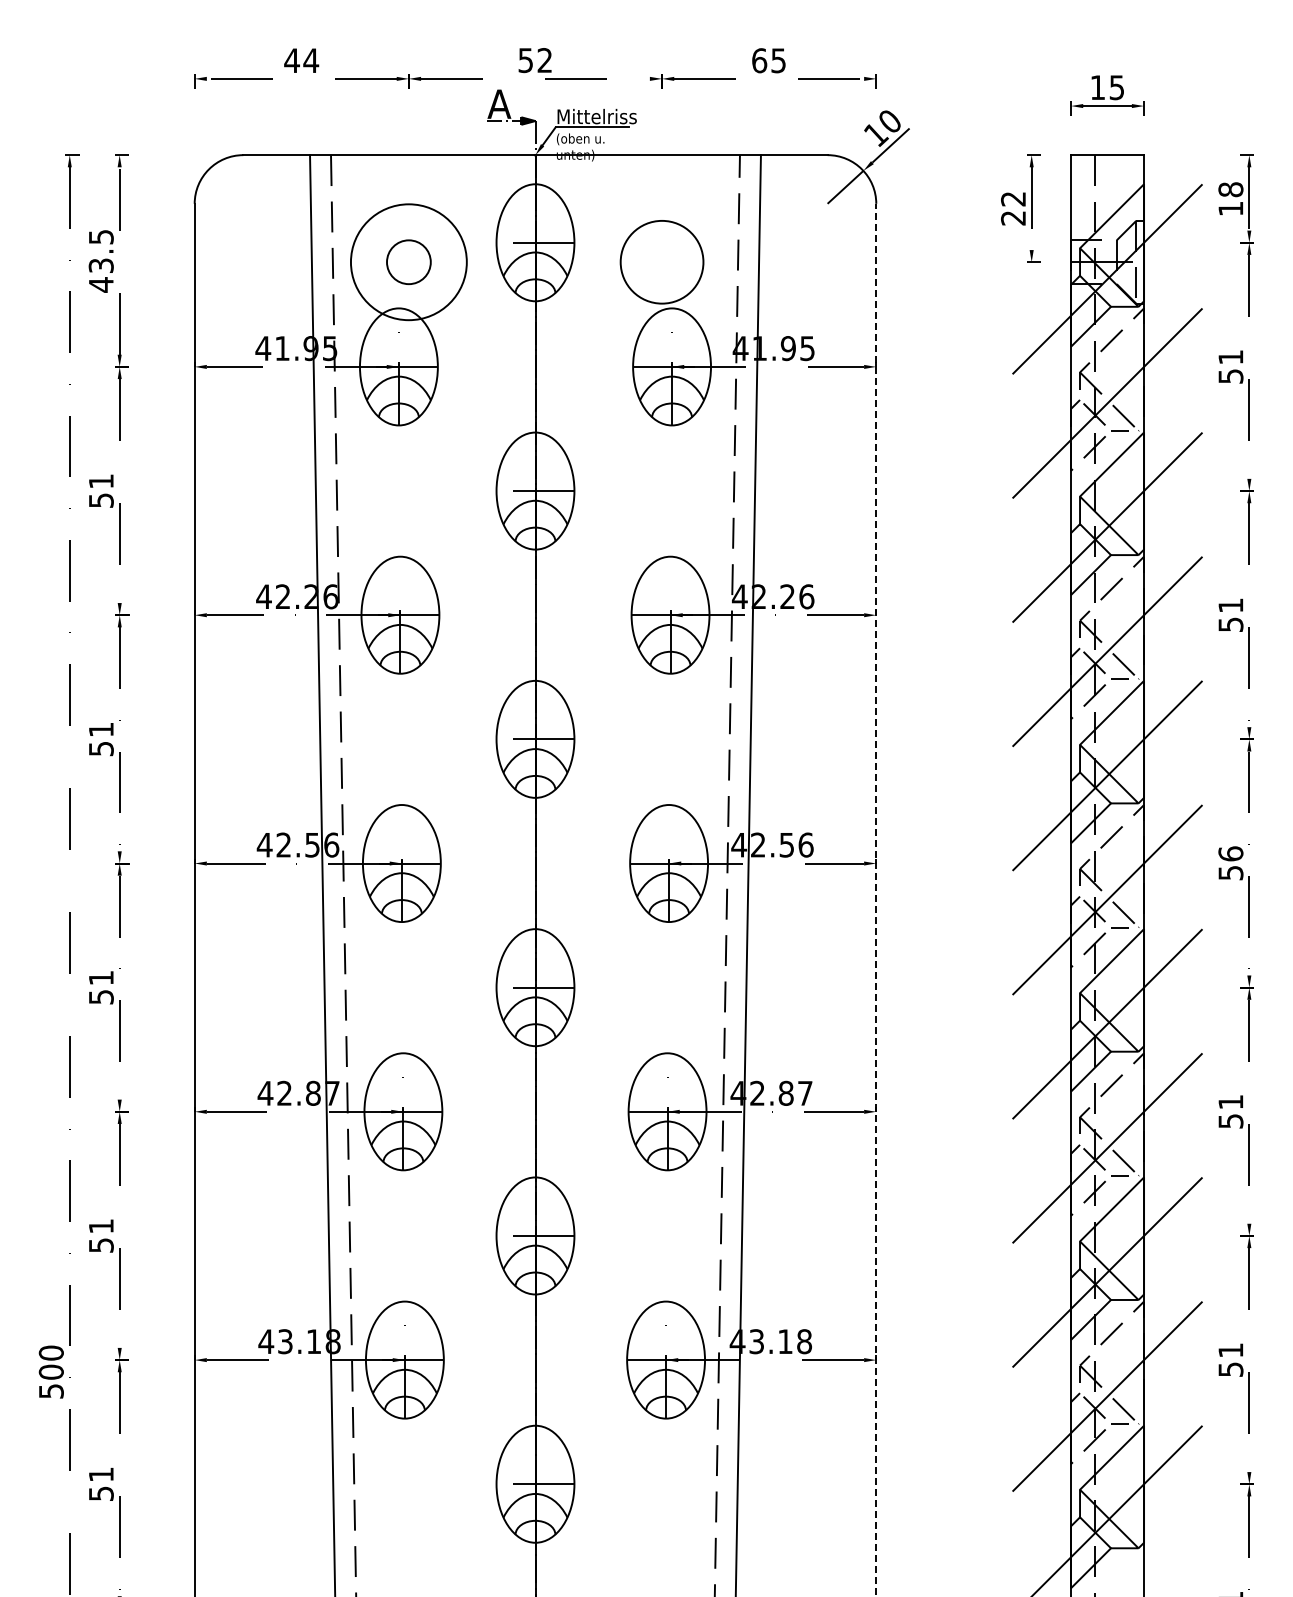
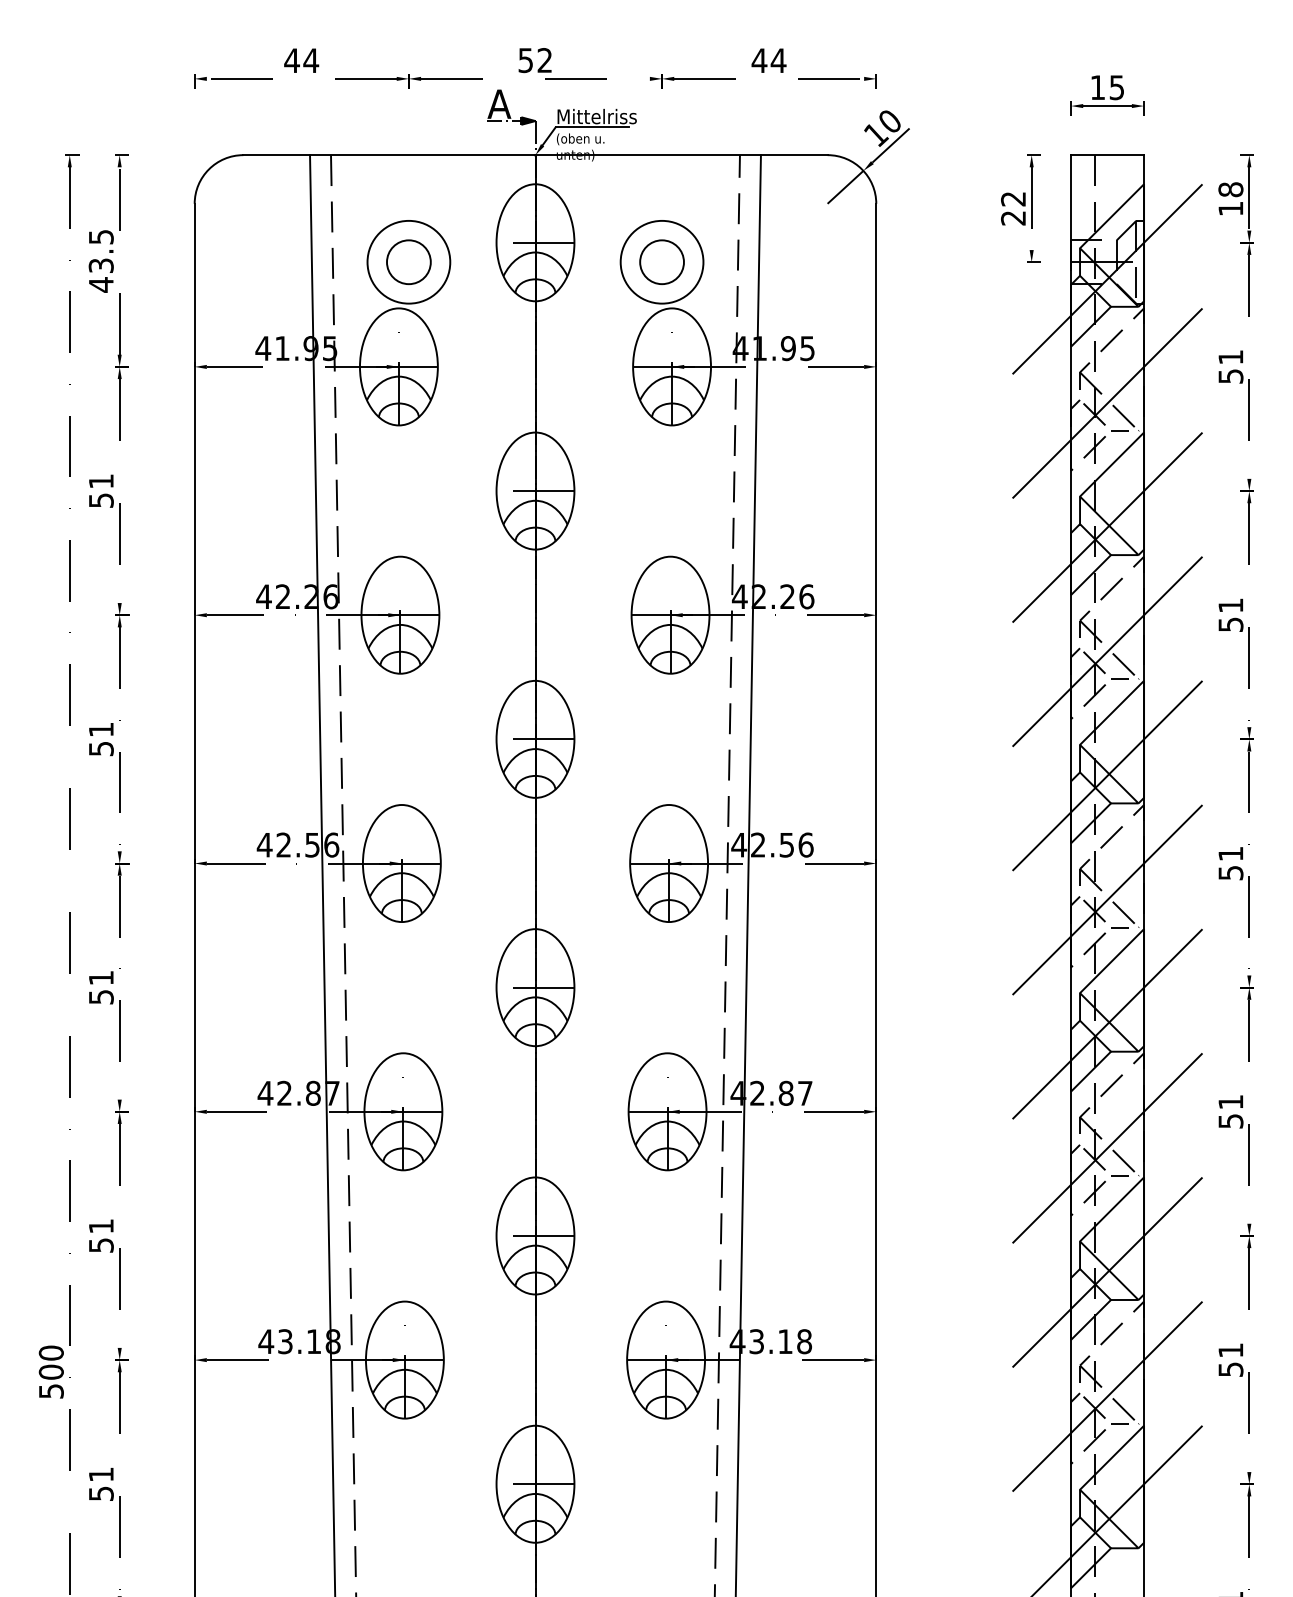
text at (768, 60): 65 -> 44
circle at (661, 261): none -> present
circle at (408, 262) diameter: 116 px -> 83 px
text at (1230, 853): 56 -> 51
line at (876, 899): dashed -> solid
